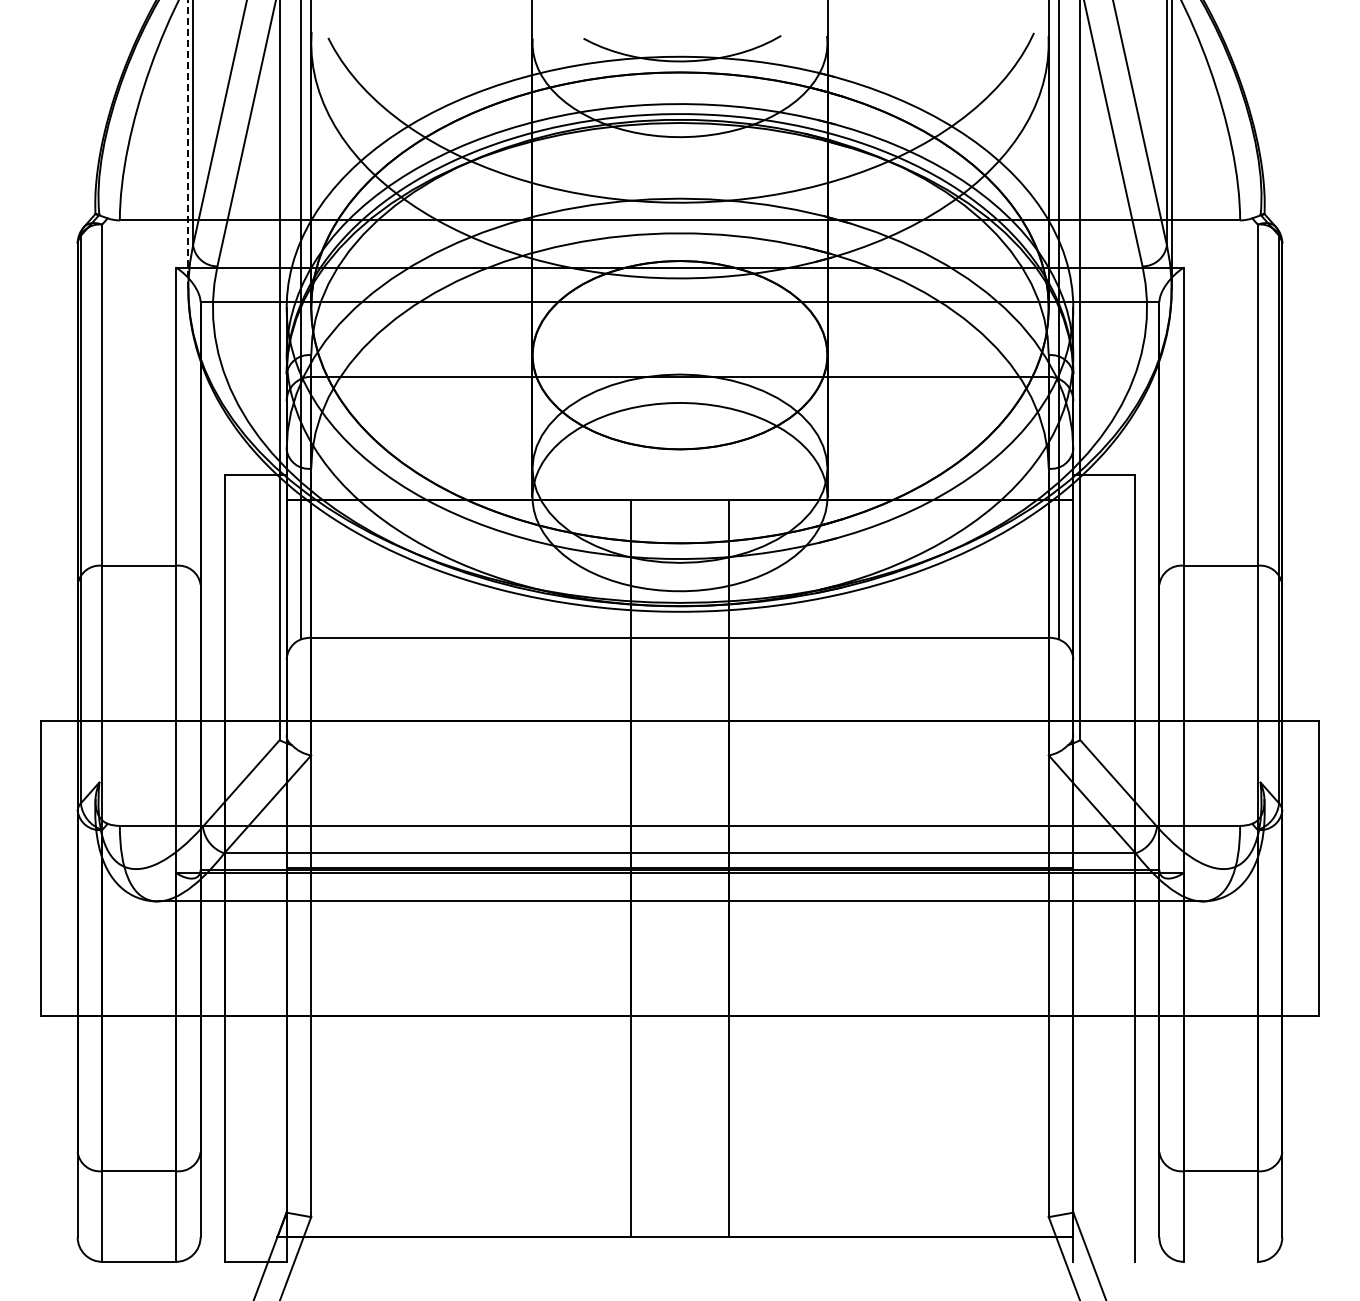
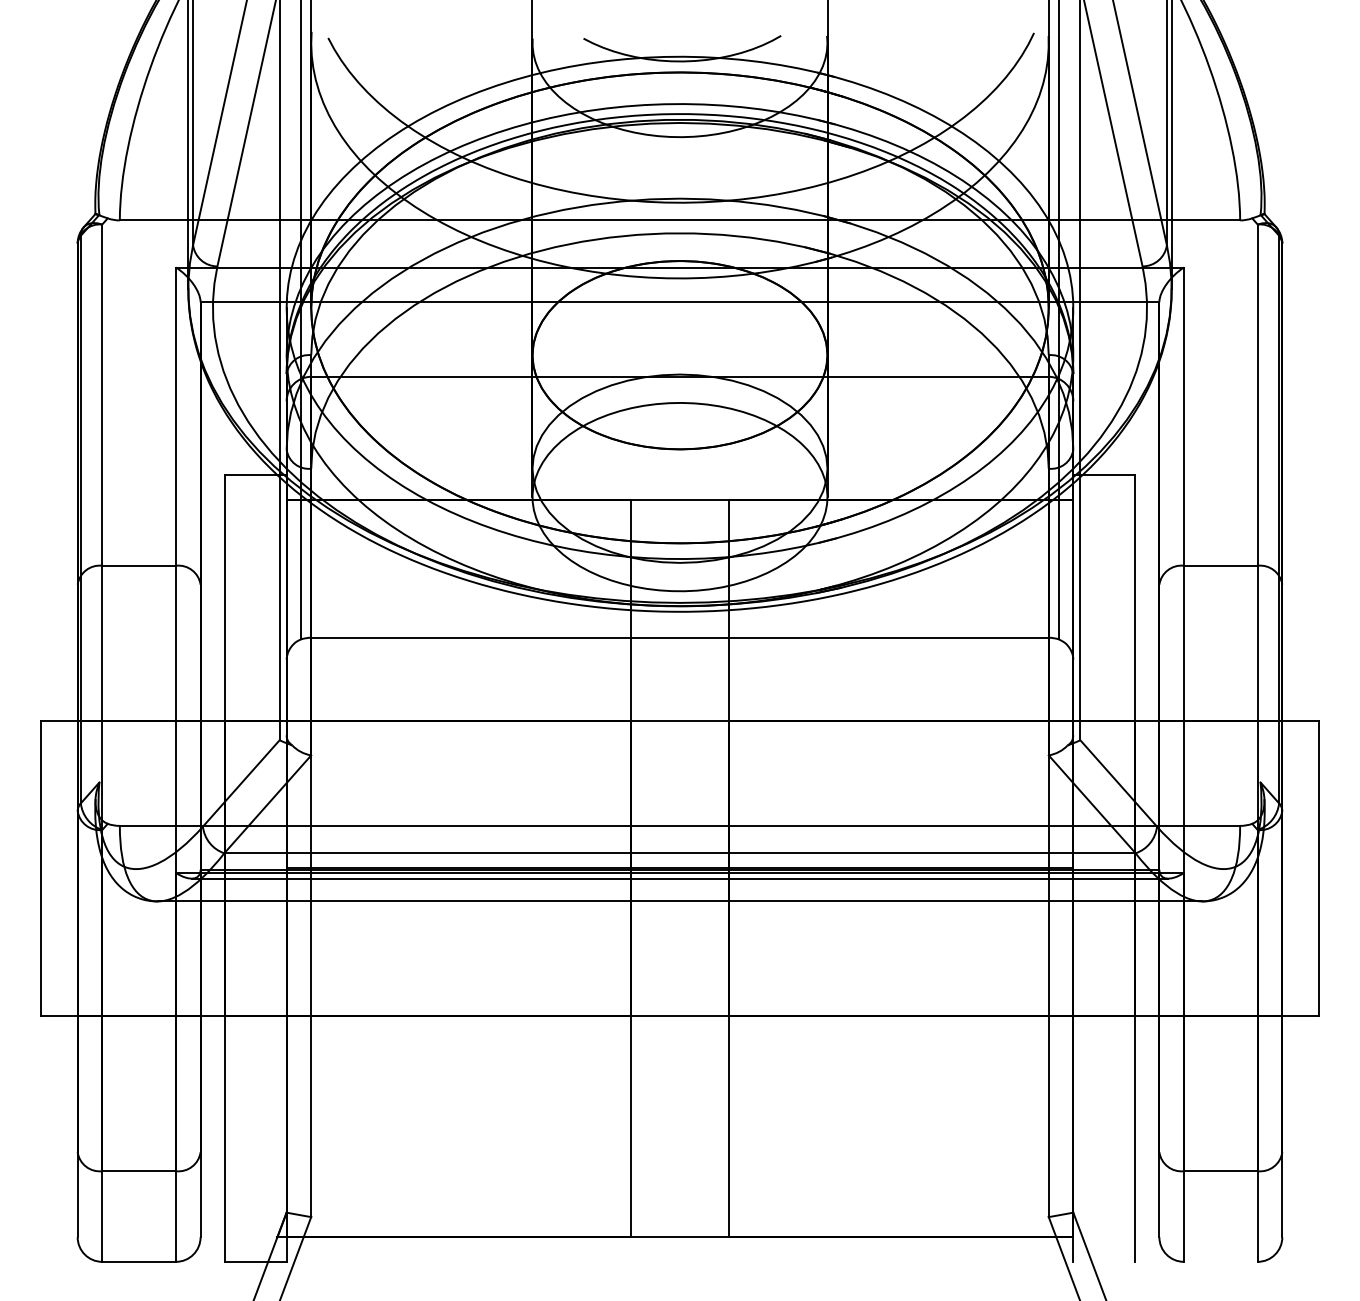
line at (188, 145): dashed -> solid
line at (679, 878): none -> present
